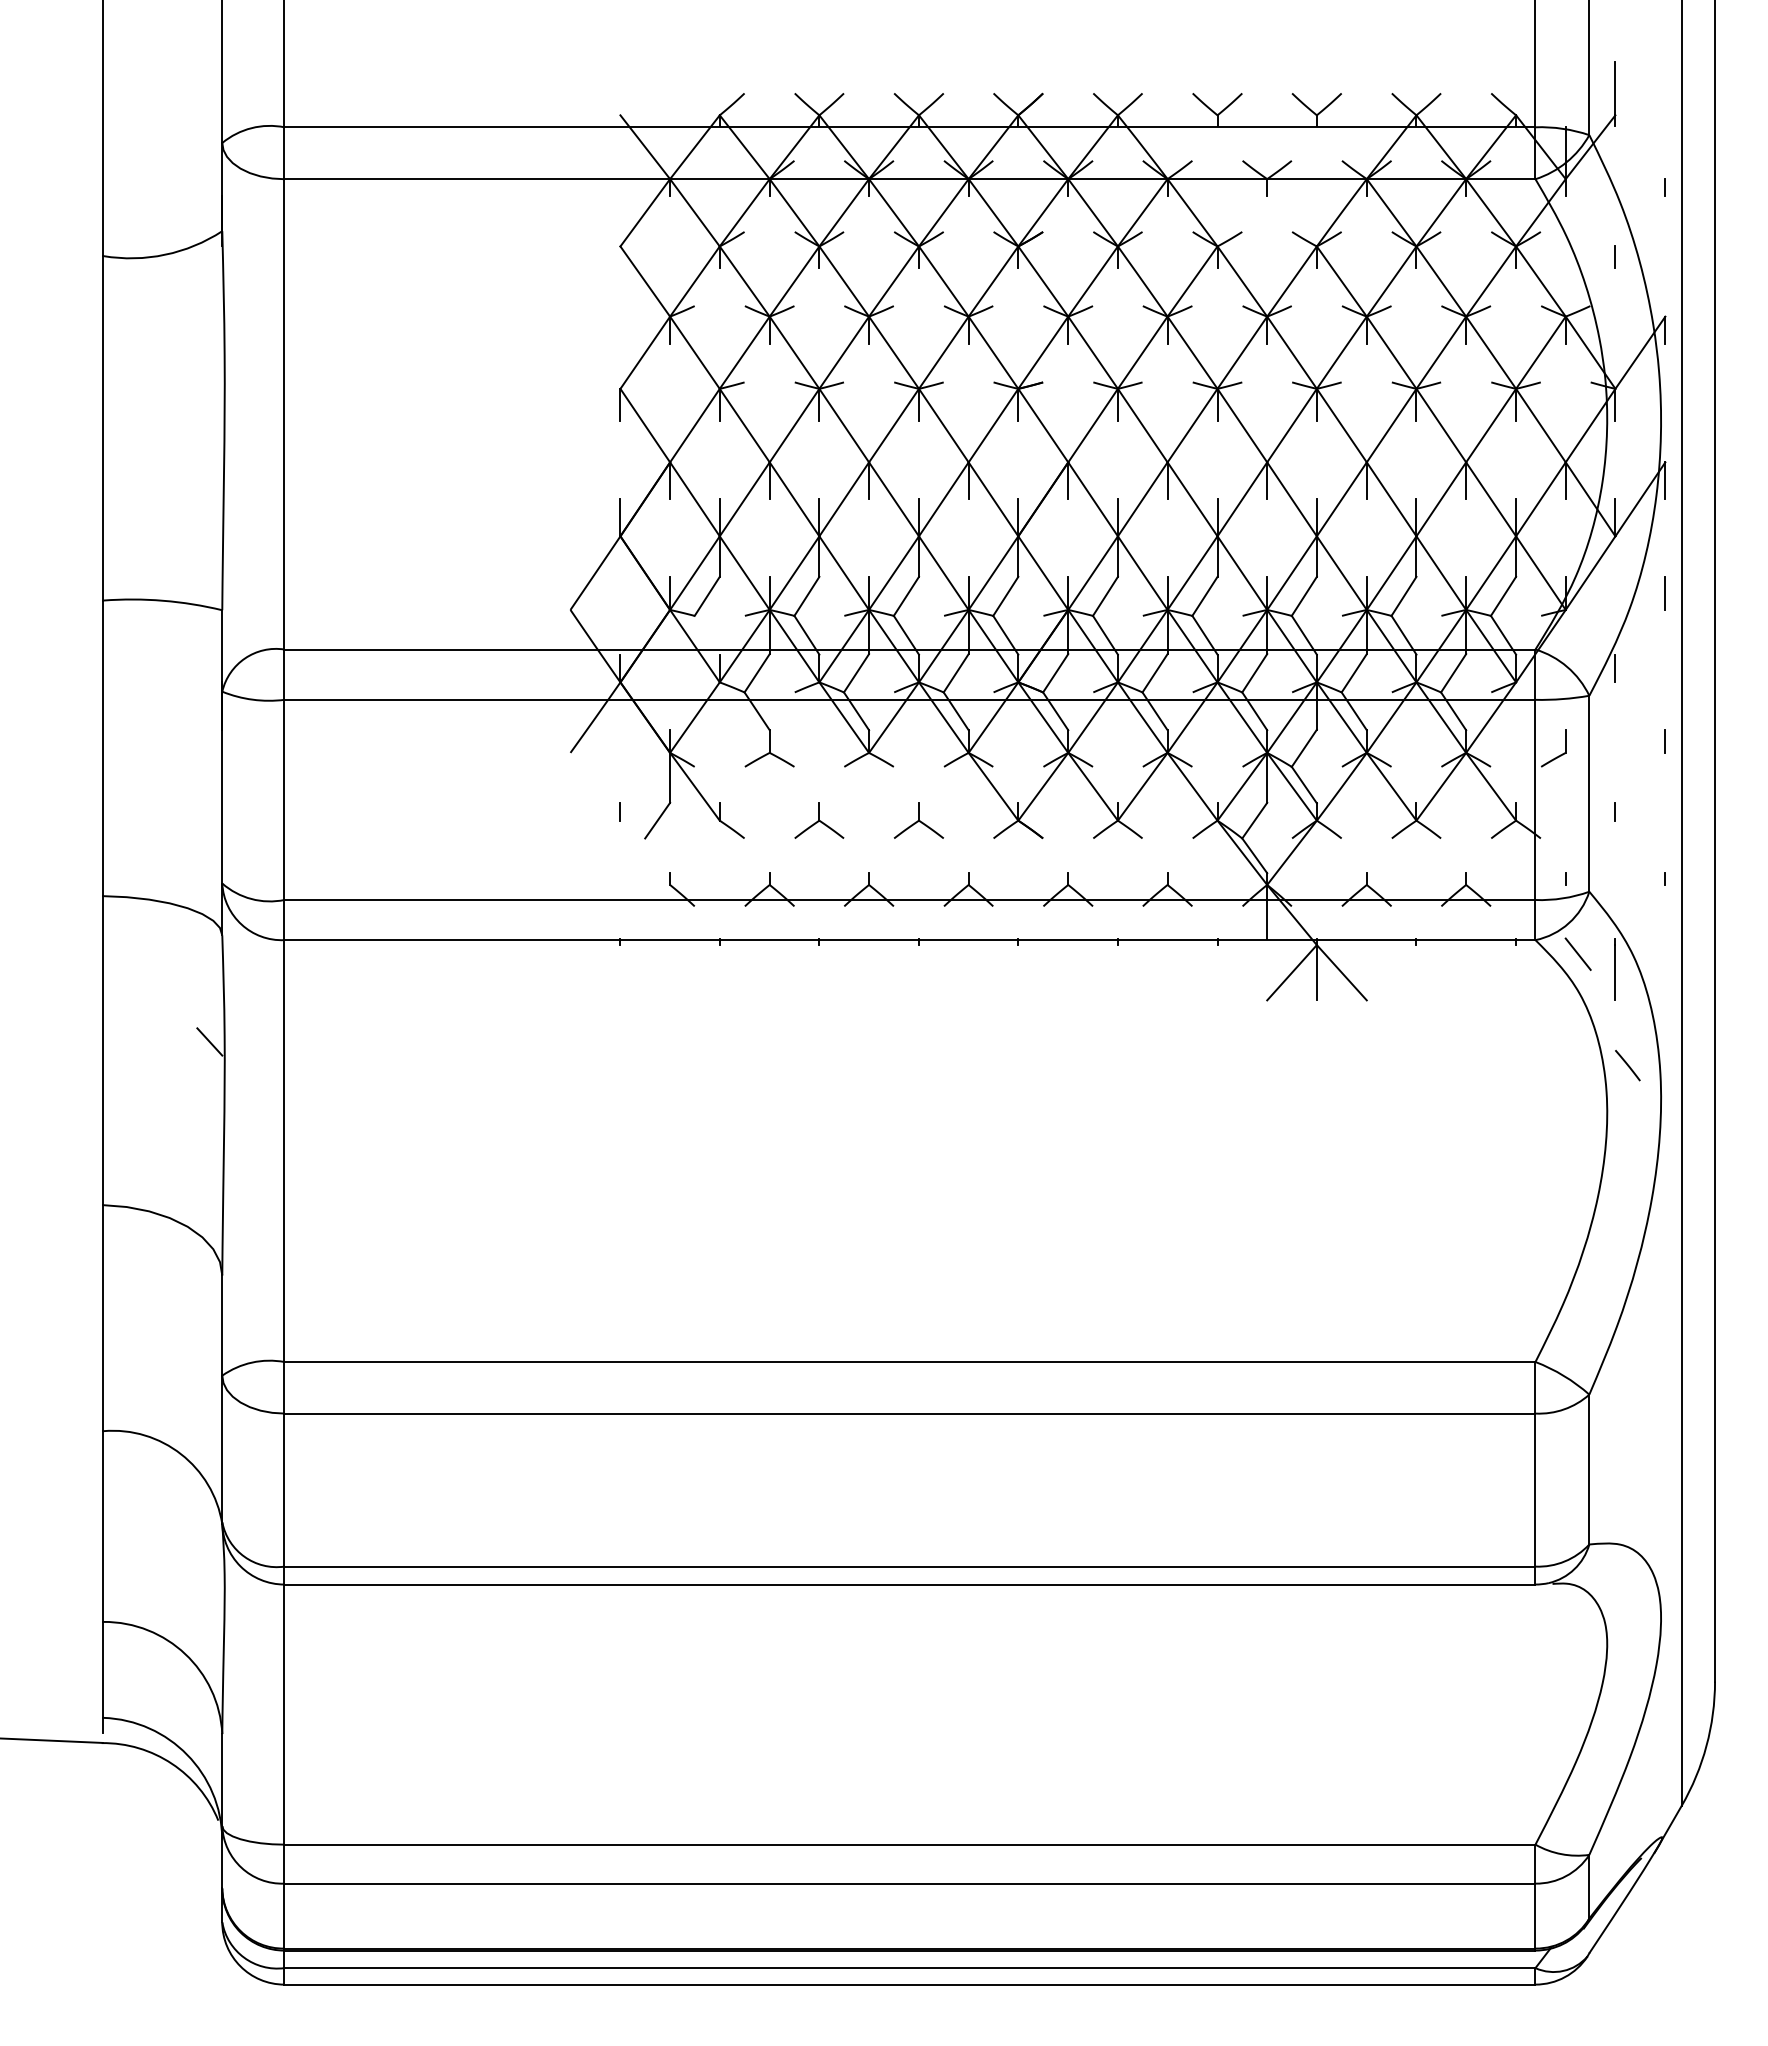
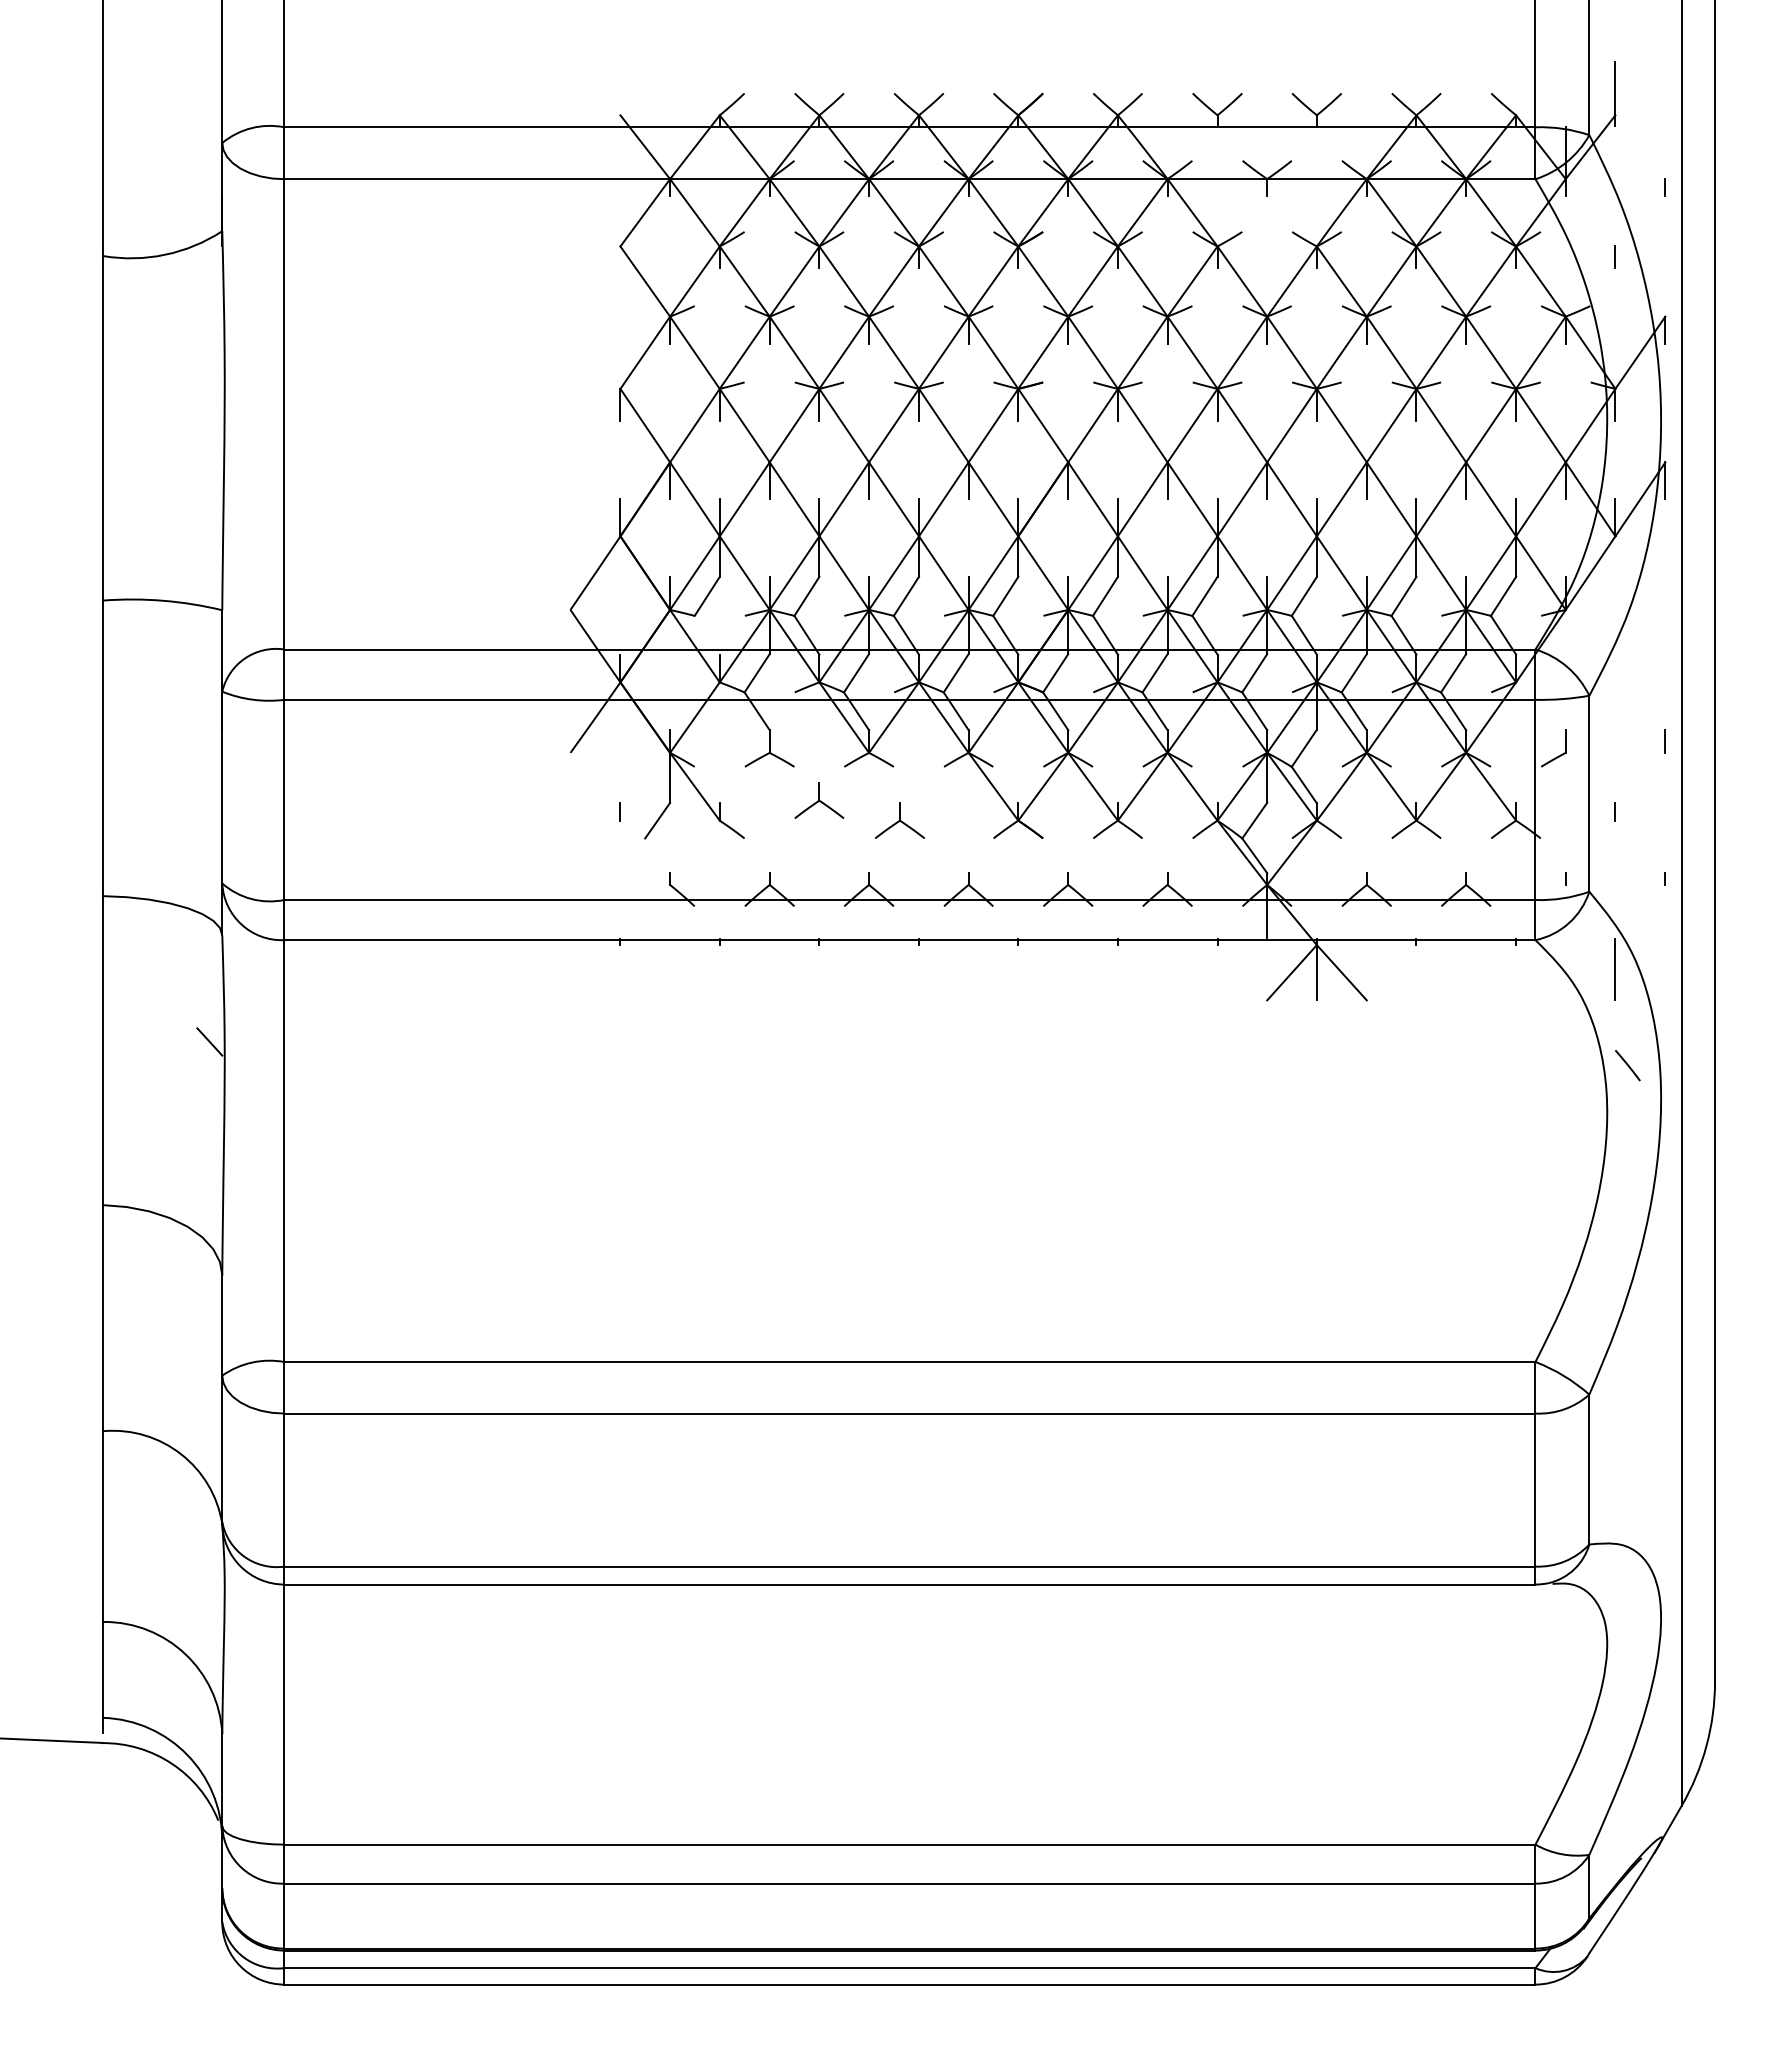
line at (1665, 593): present -> none
line at (1615, 668): present -> none
part at (819, 820) position: (819, 820) -> (819, 800)
part at (918, 820) position: (918, 820) -> (899, 820)
line at (1577, 953): present -> none
